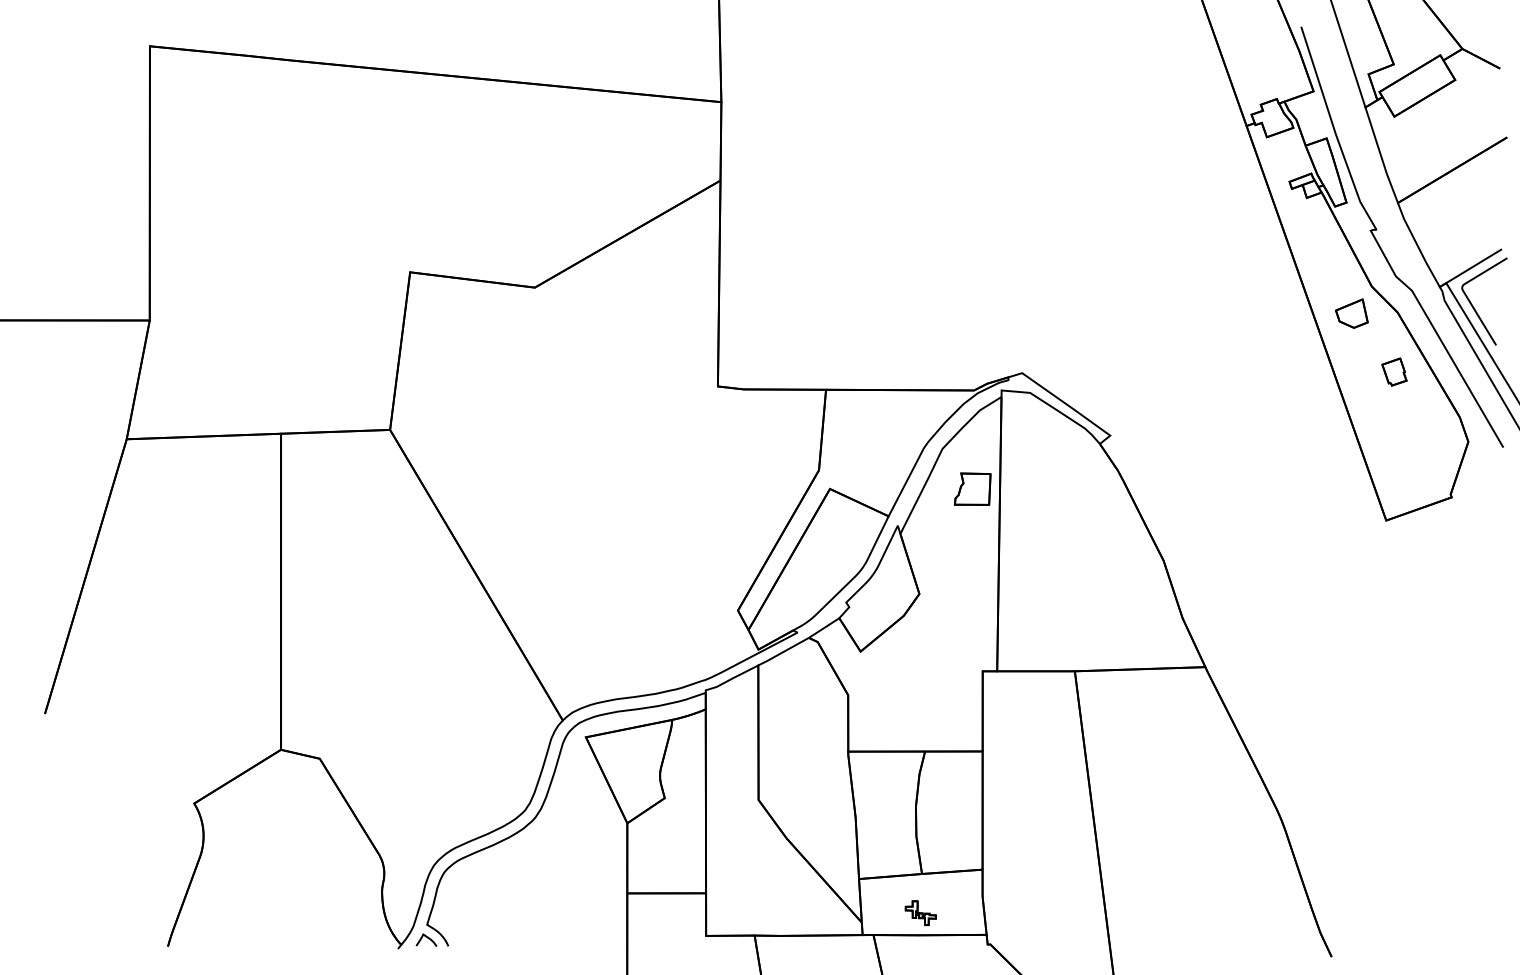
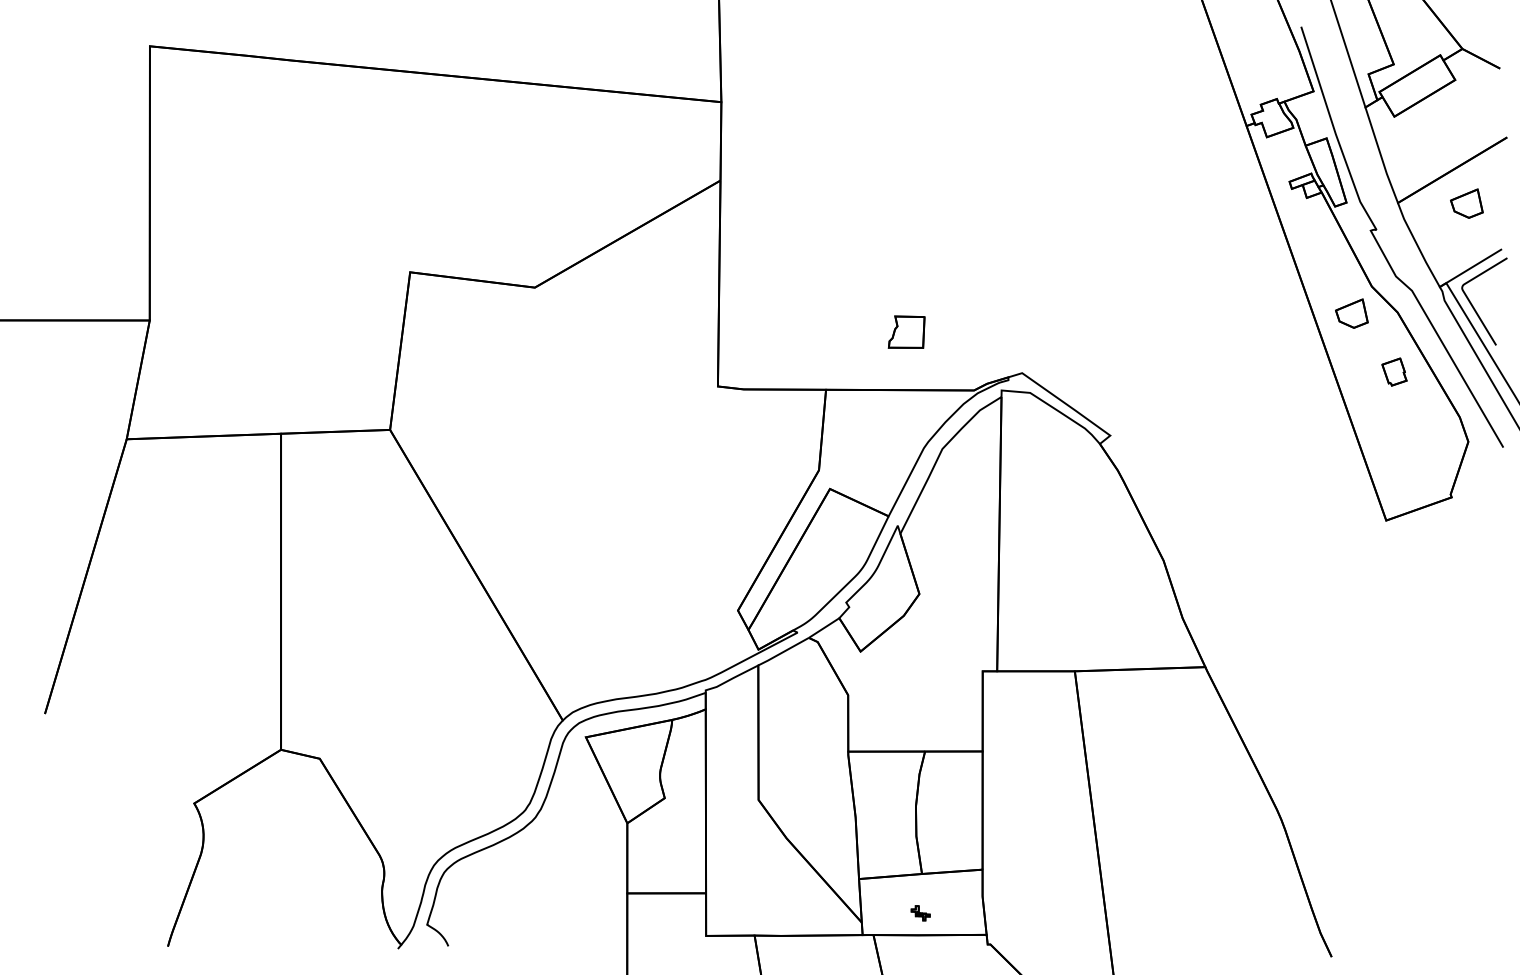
part at (1466, 203): none -> present
part at (972, 488) position: (972, 488) -> (906, 331)
part at (920, 913) size: 33x27 px -> 21x17 px
curve at (427, 938): present -> none
